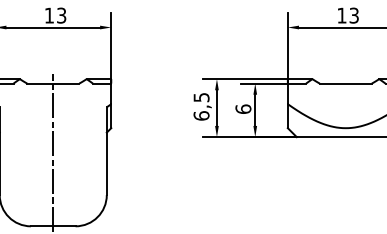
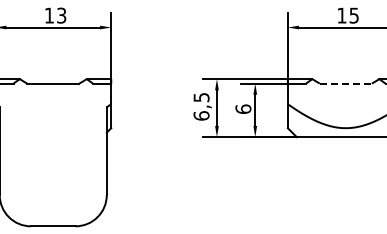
text at (354, 14): 13 -> 15
line at (346, 83): solid -> dashed
line at (53, 151): present -> none
